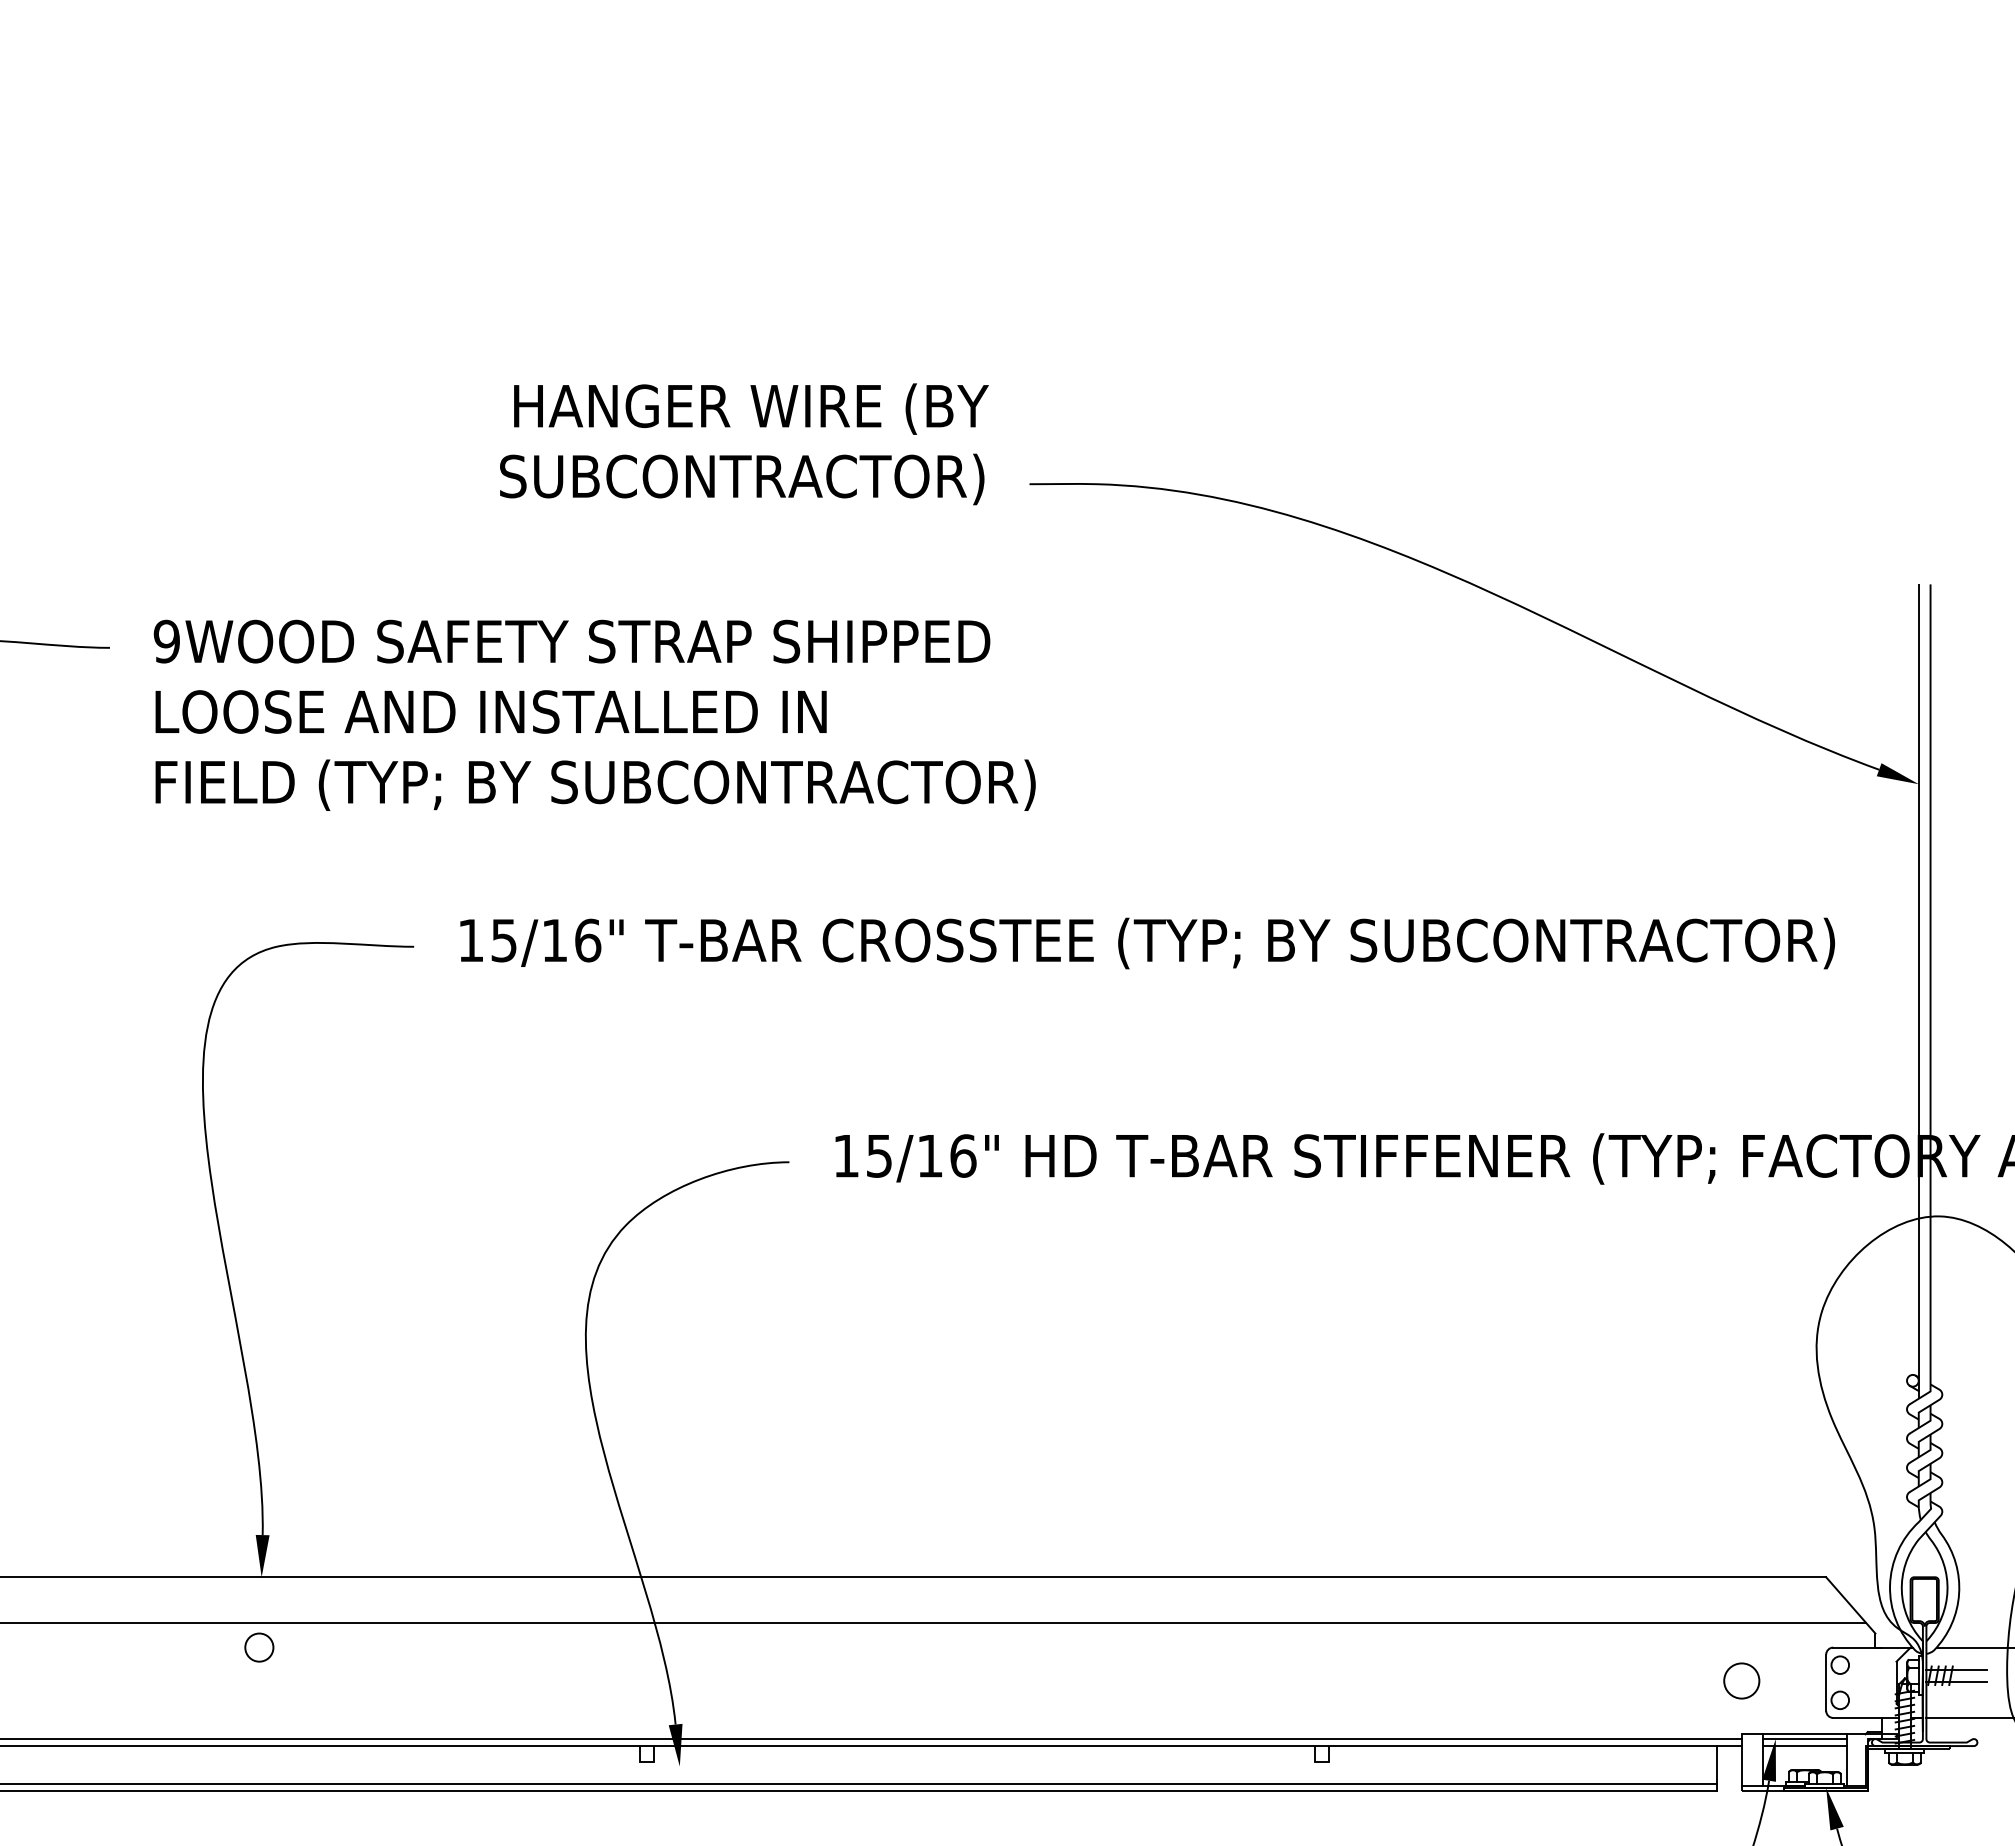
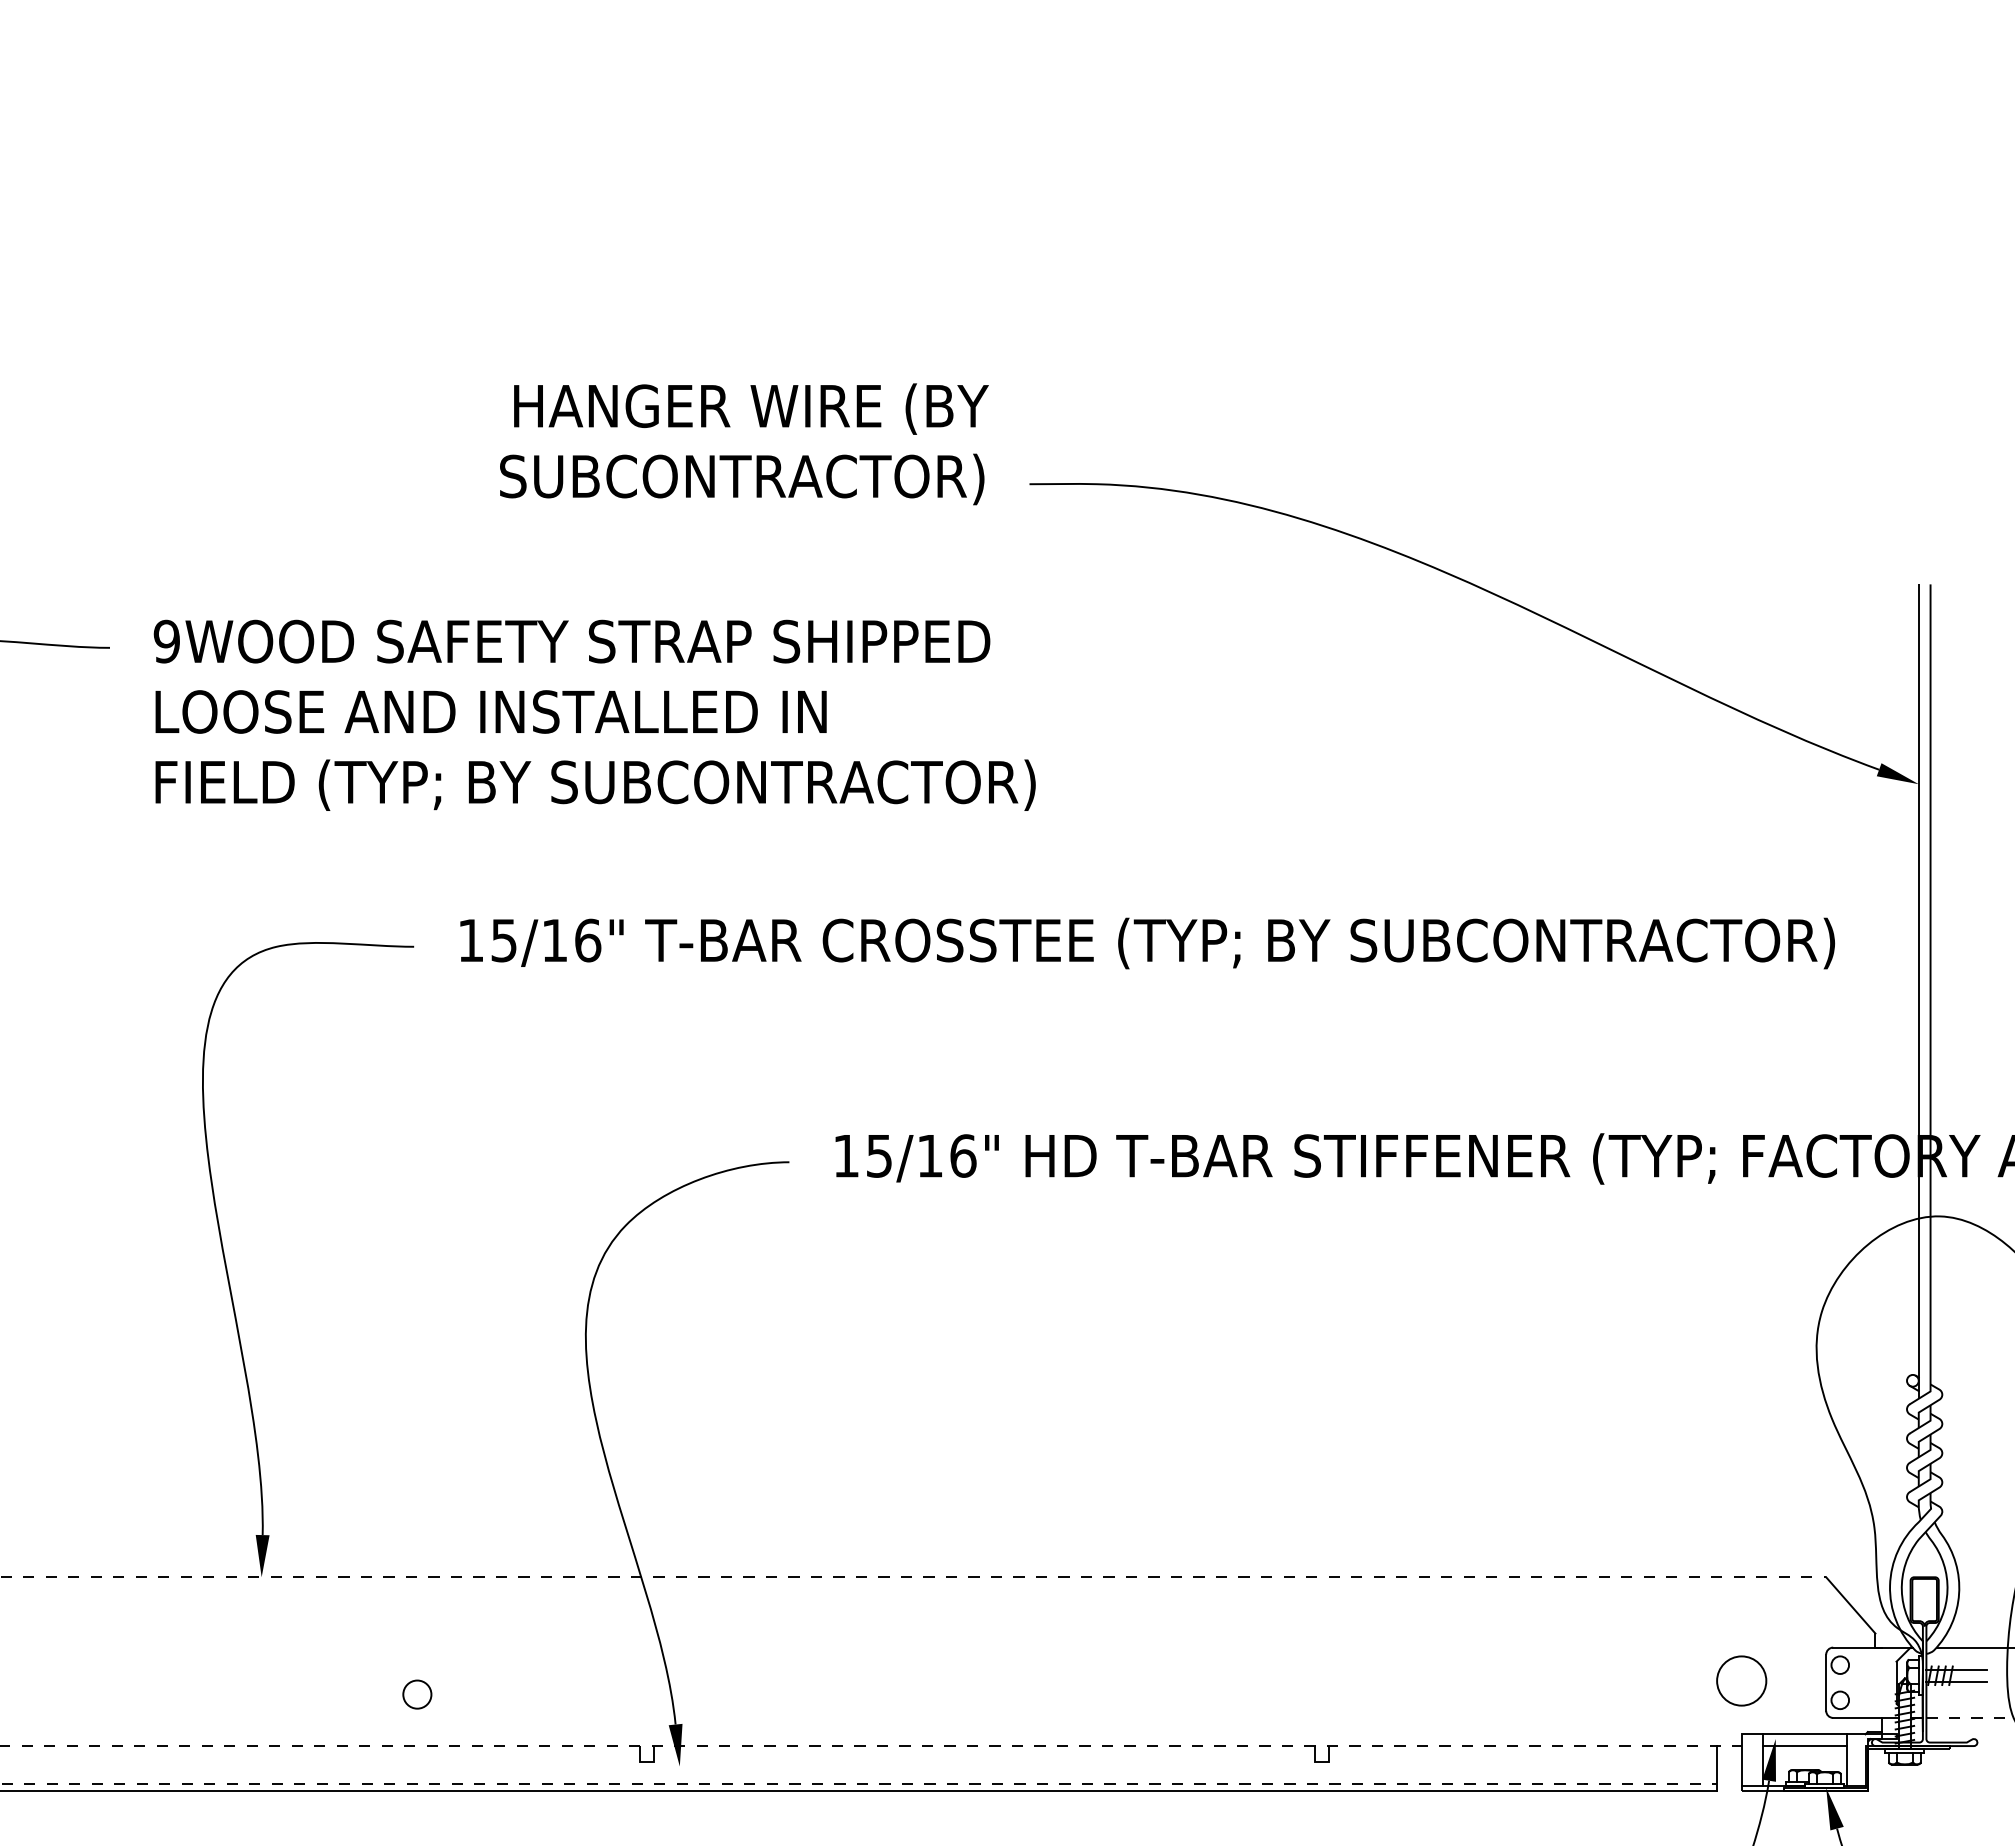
line at (913, 1577): solid -> dashed
line at (934, 1622): present -> none
circle at (259, 1647) position: (259, 1647) -> (417, 1694)
circle at (1741, 1680) size: 38x38 px -> 52x52 px
line at (1970, 1717): solid -> dashed
line at (871, 1739): present -> none
line at (1804, 1739): present -> none
line at (871, 1746): solid -> dashed
line at (859, 1783): solid -> dashed
